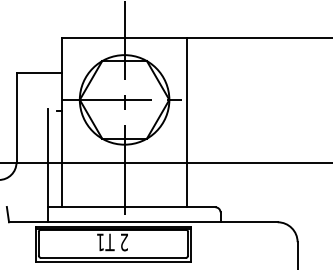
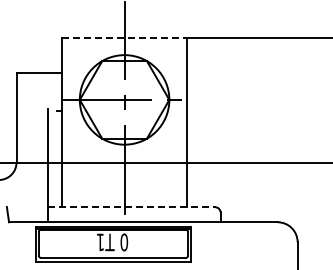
line at (125, 37): solid -> dashed
line at (131, 207): solid -> dashed
text at (124, 242): 2 -> 0
